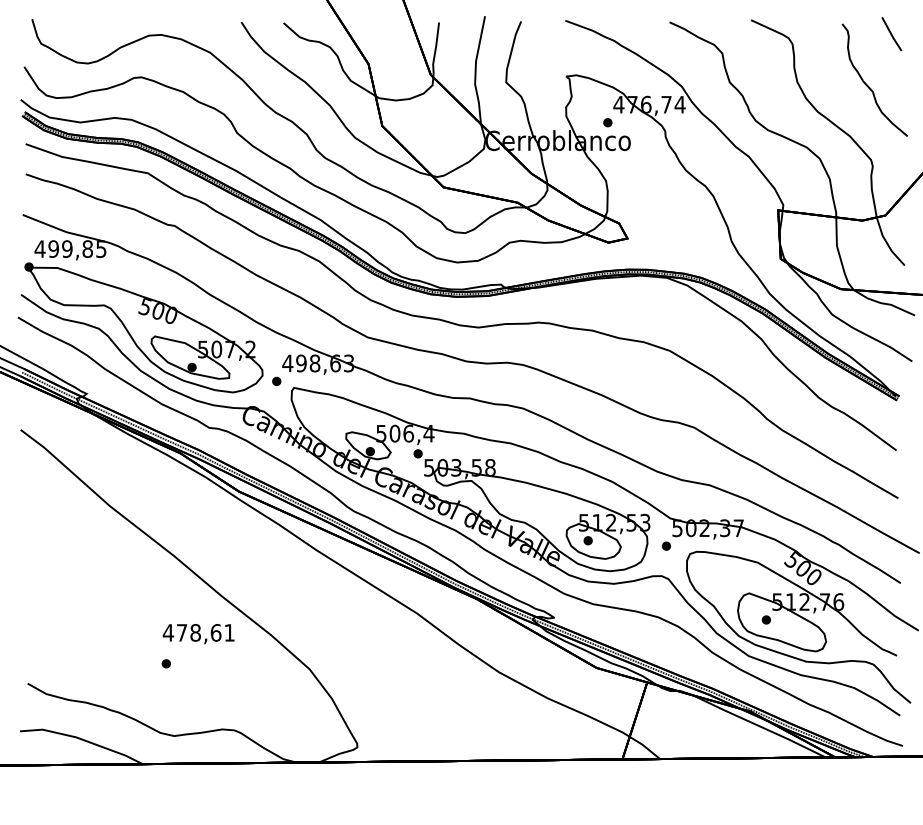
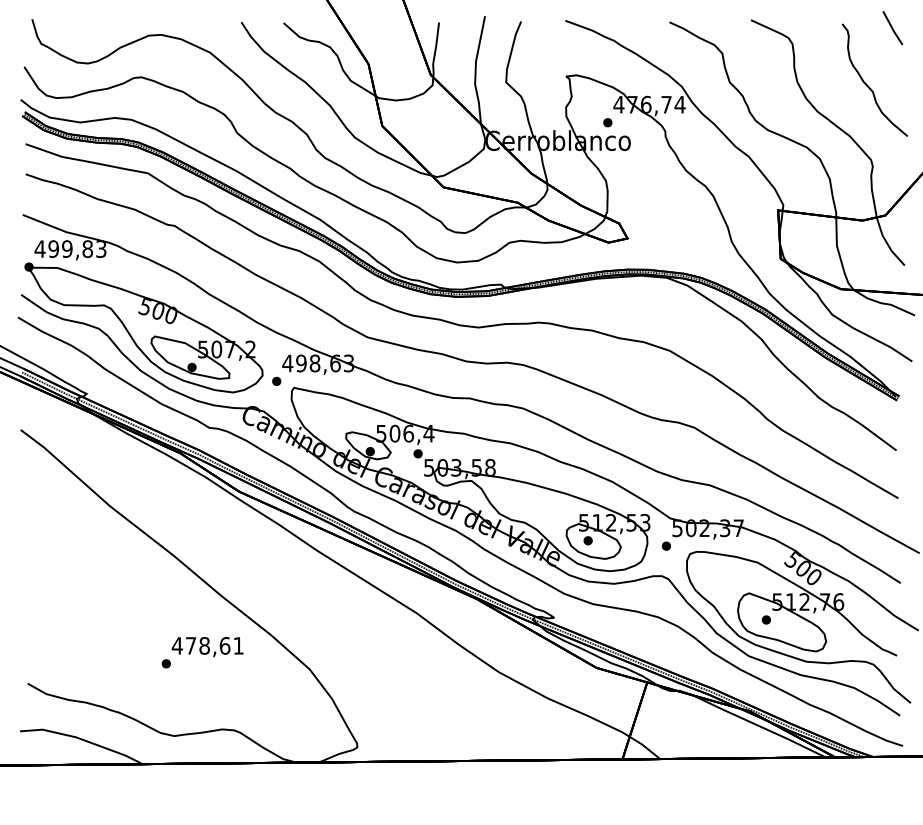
line at (891, 34) position: (891, 34) -> (892, 28)
text at (101, 248): 499,85 -> 499,83
text at (198, 634) position: (198, 634) -> (207, 647)
